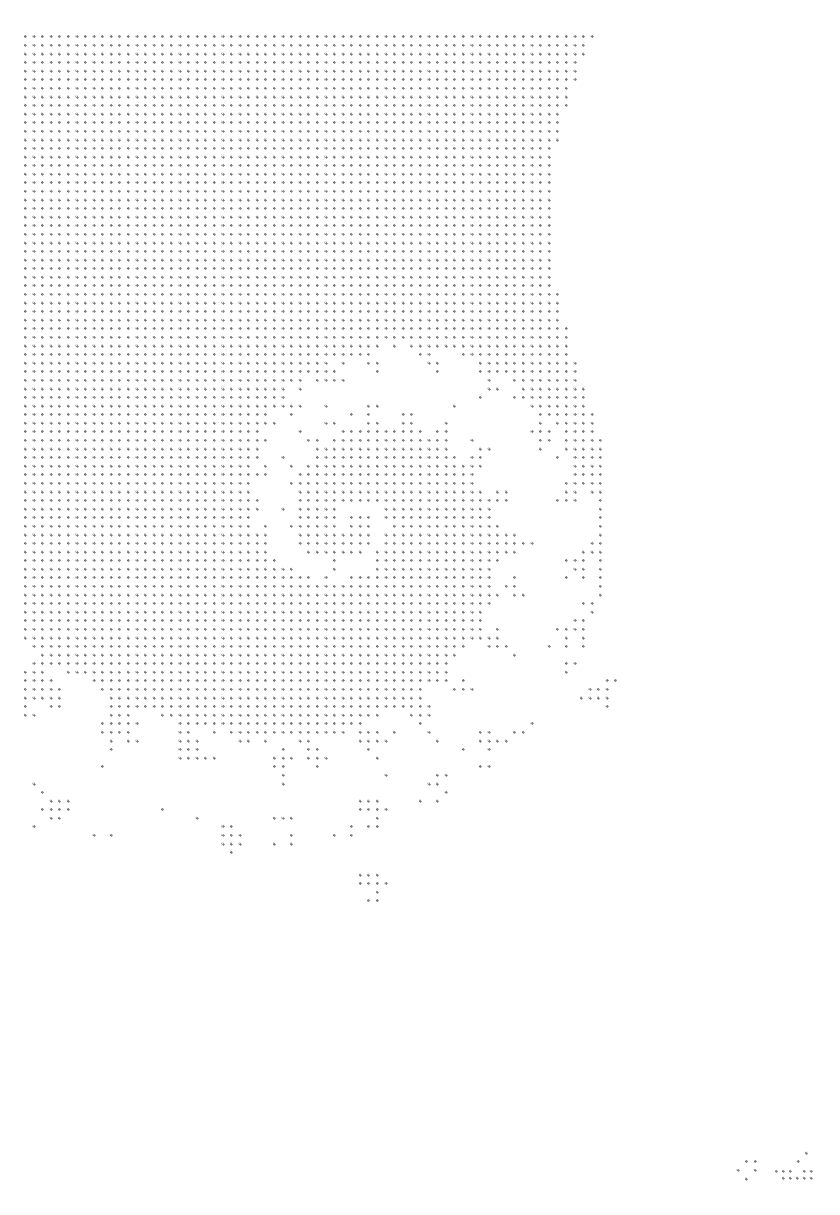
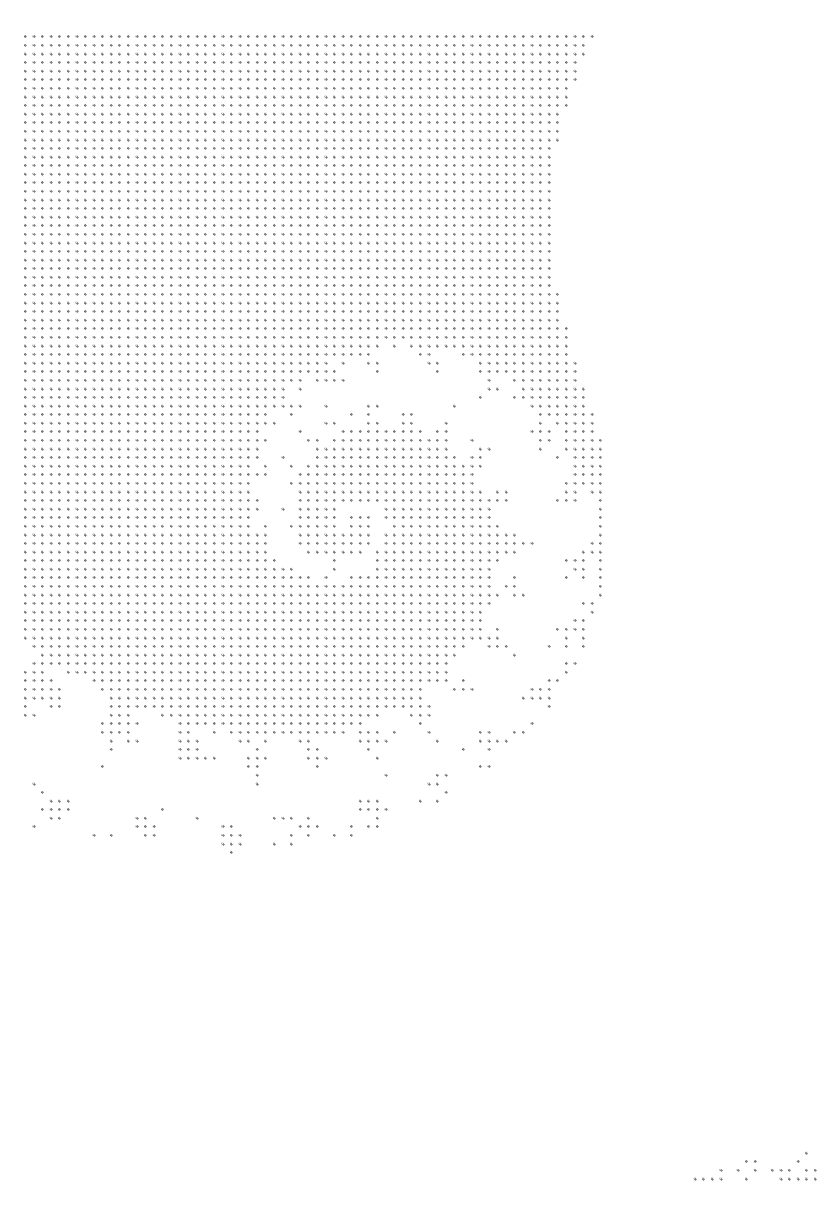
part at (598, 693) position: (598, 693) -> (540, 693)
part at (282, 766) position: (282, 766) -> (256, 766)
part at (145, 826): none -> present
part at (308, 826): none -> present
part at (373, 887): present -> none
part at (707, 1174): none -> present
part at (793, 1174) size: 38x10 px -> 46x12 px
